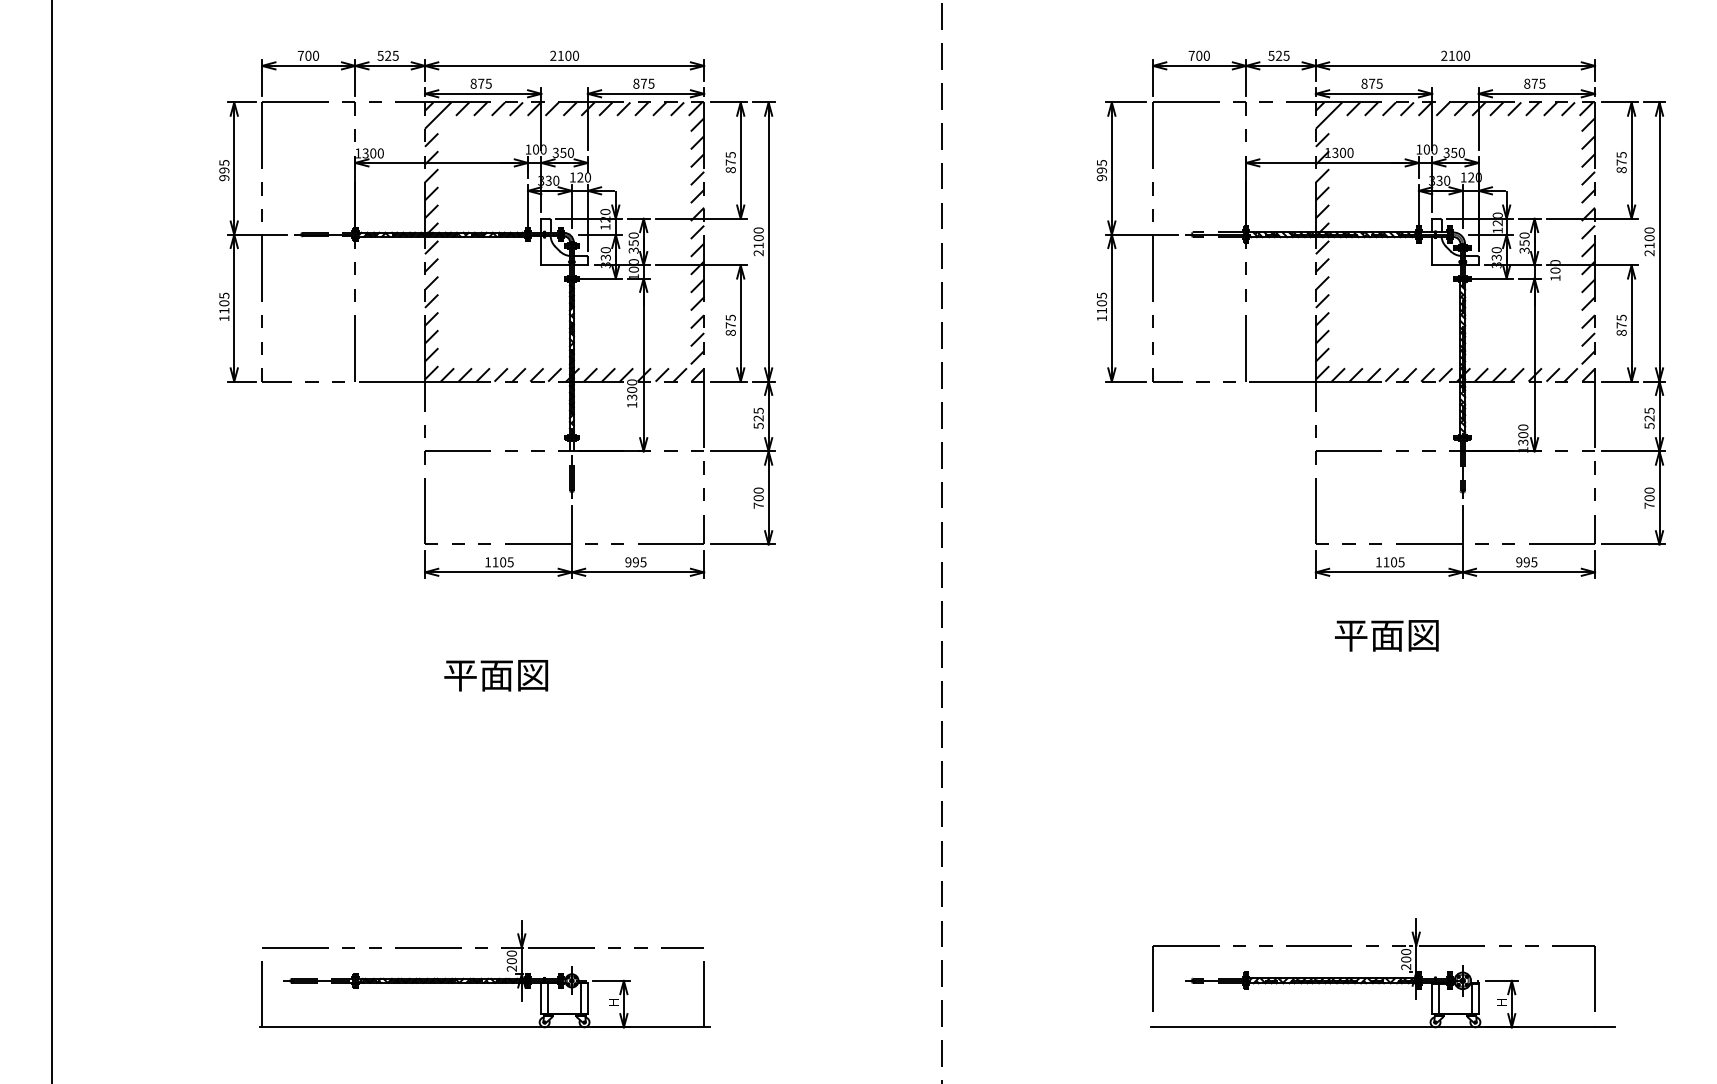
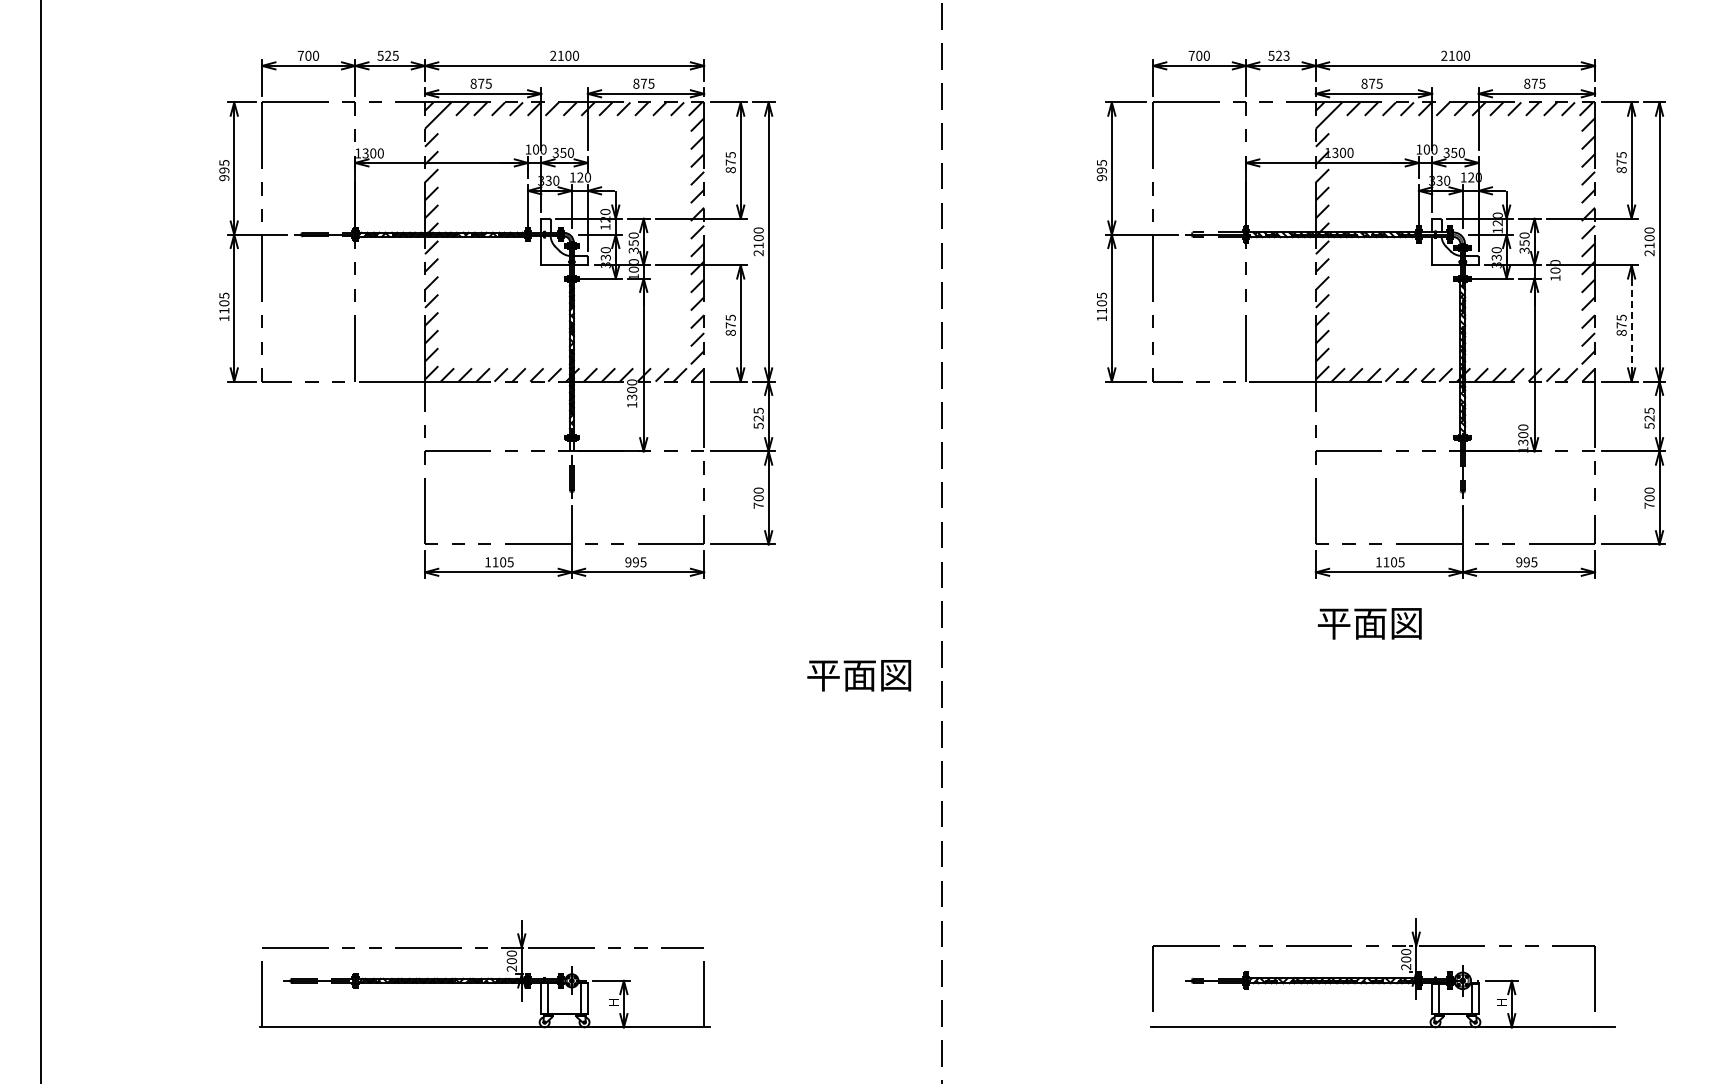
text at (1286, 55): 525 -> 523
line at (1631, 323): solid -> dashed
line at (51, 541) position: (51, 541) -> (40, 541)
text at (1386, 635) position: (1386, 635) -> (1369, 623)
text at (496, 675) position: (496, 675) -> (859, 675)
